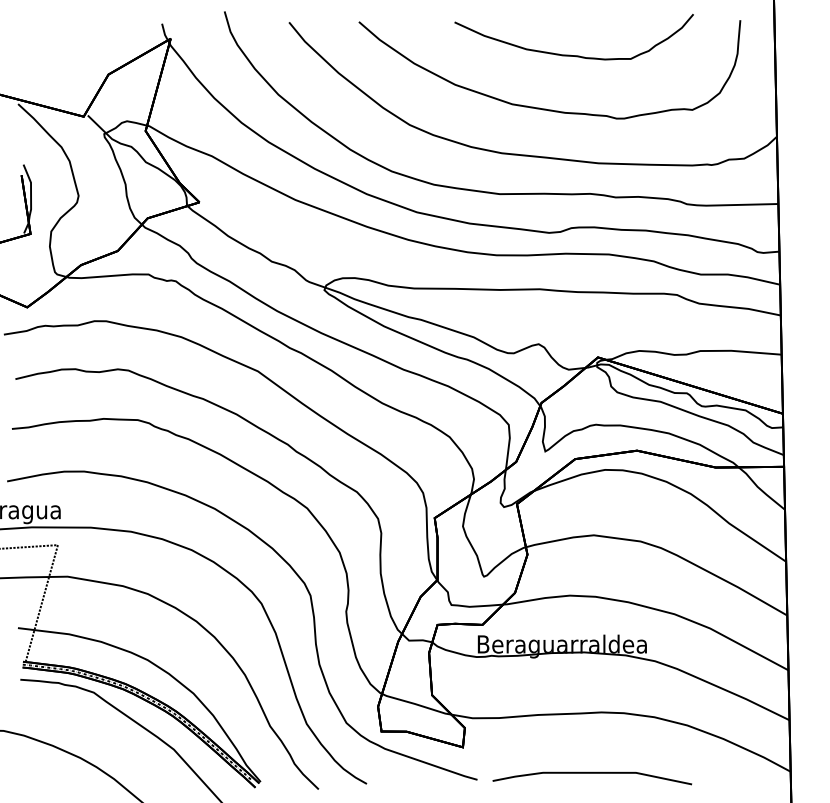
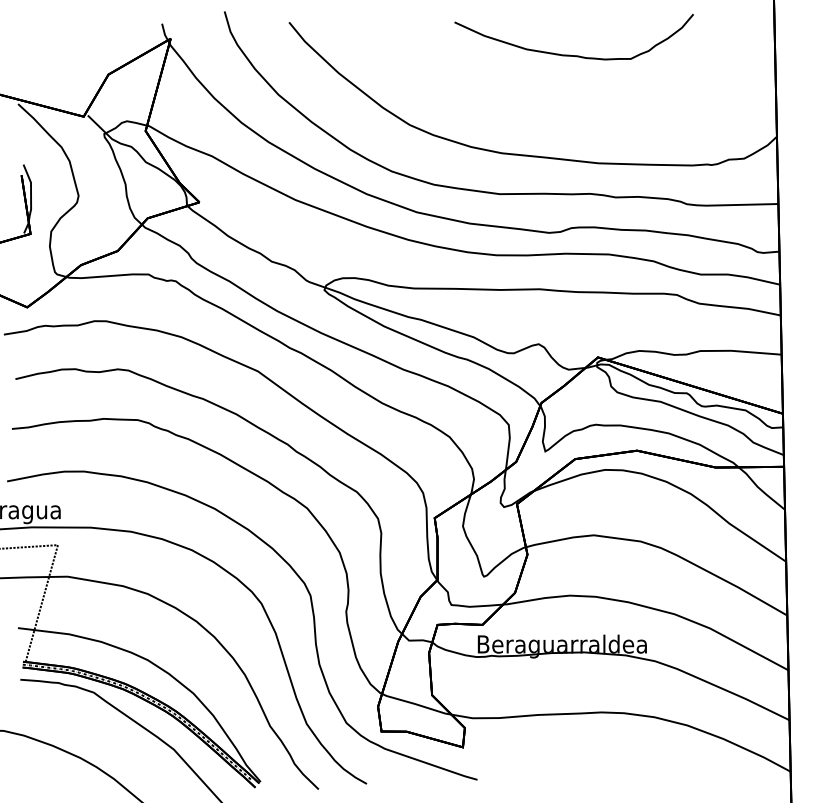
curve at (546, 108): present -> none
line at (592, 773): present -> none
